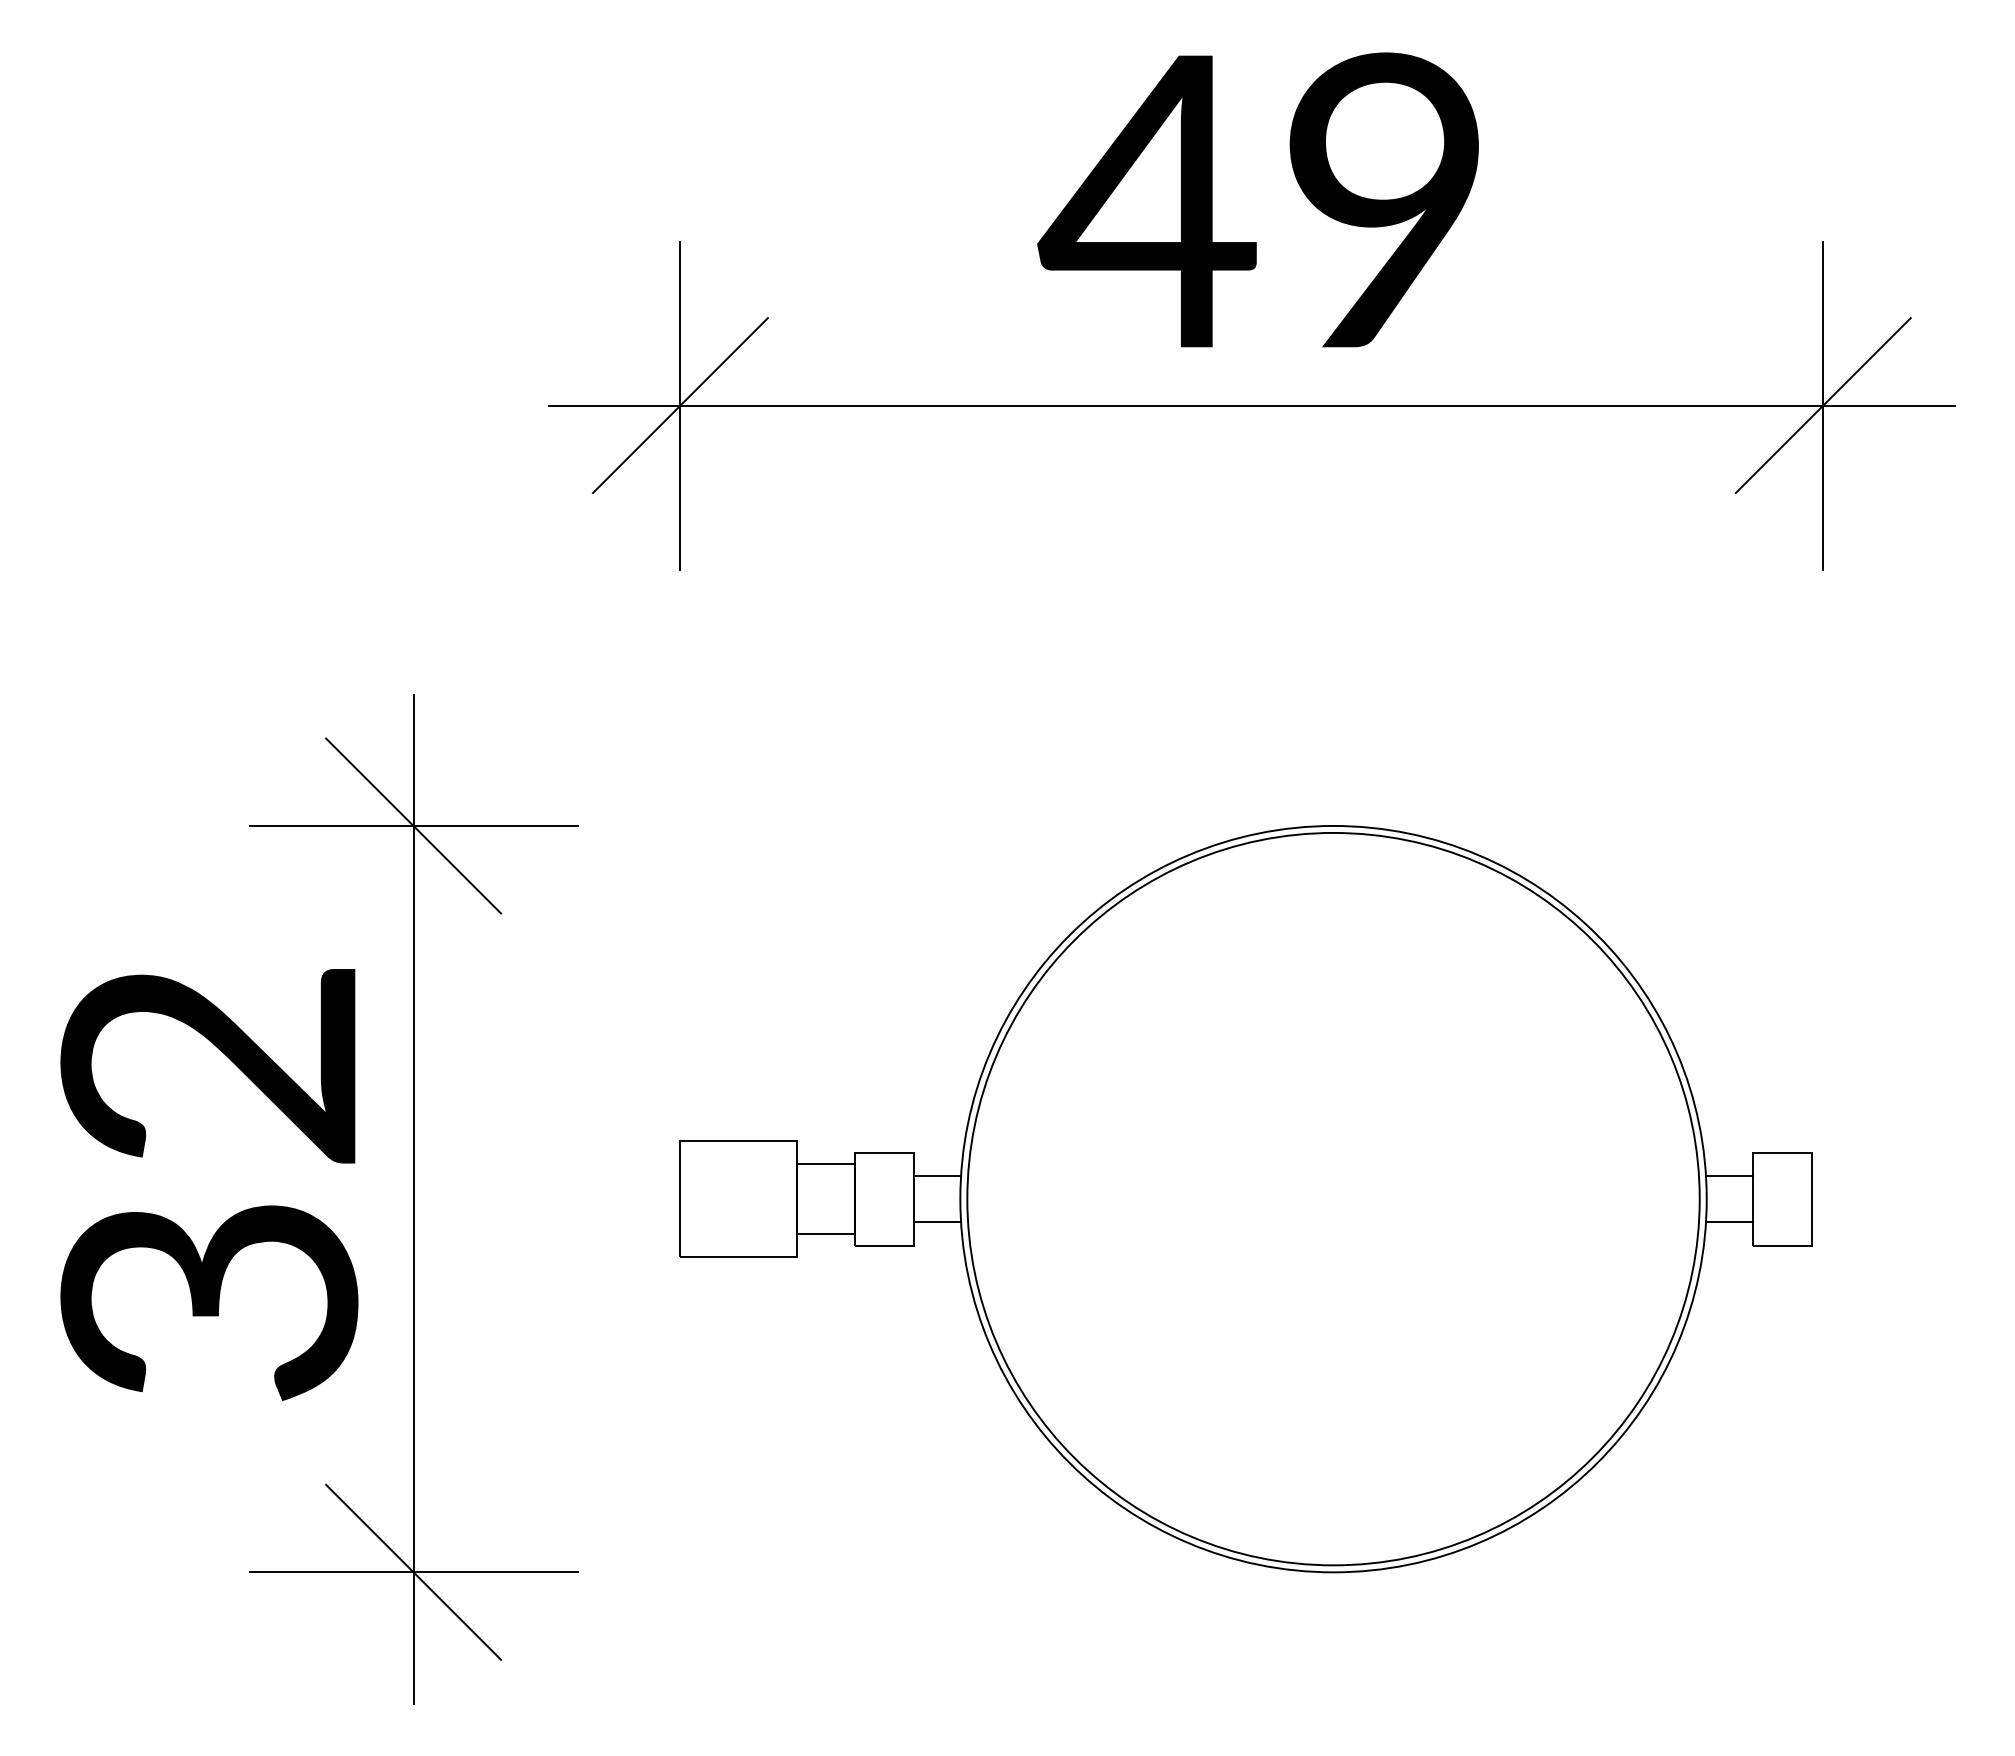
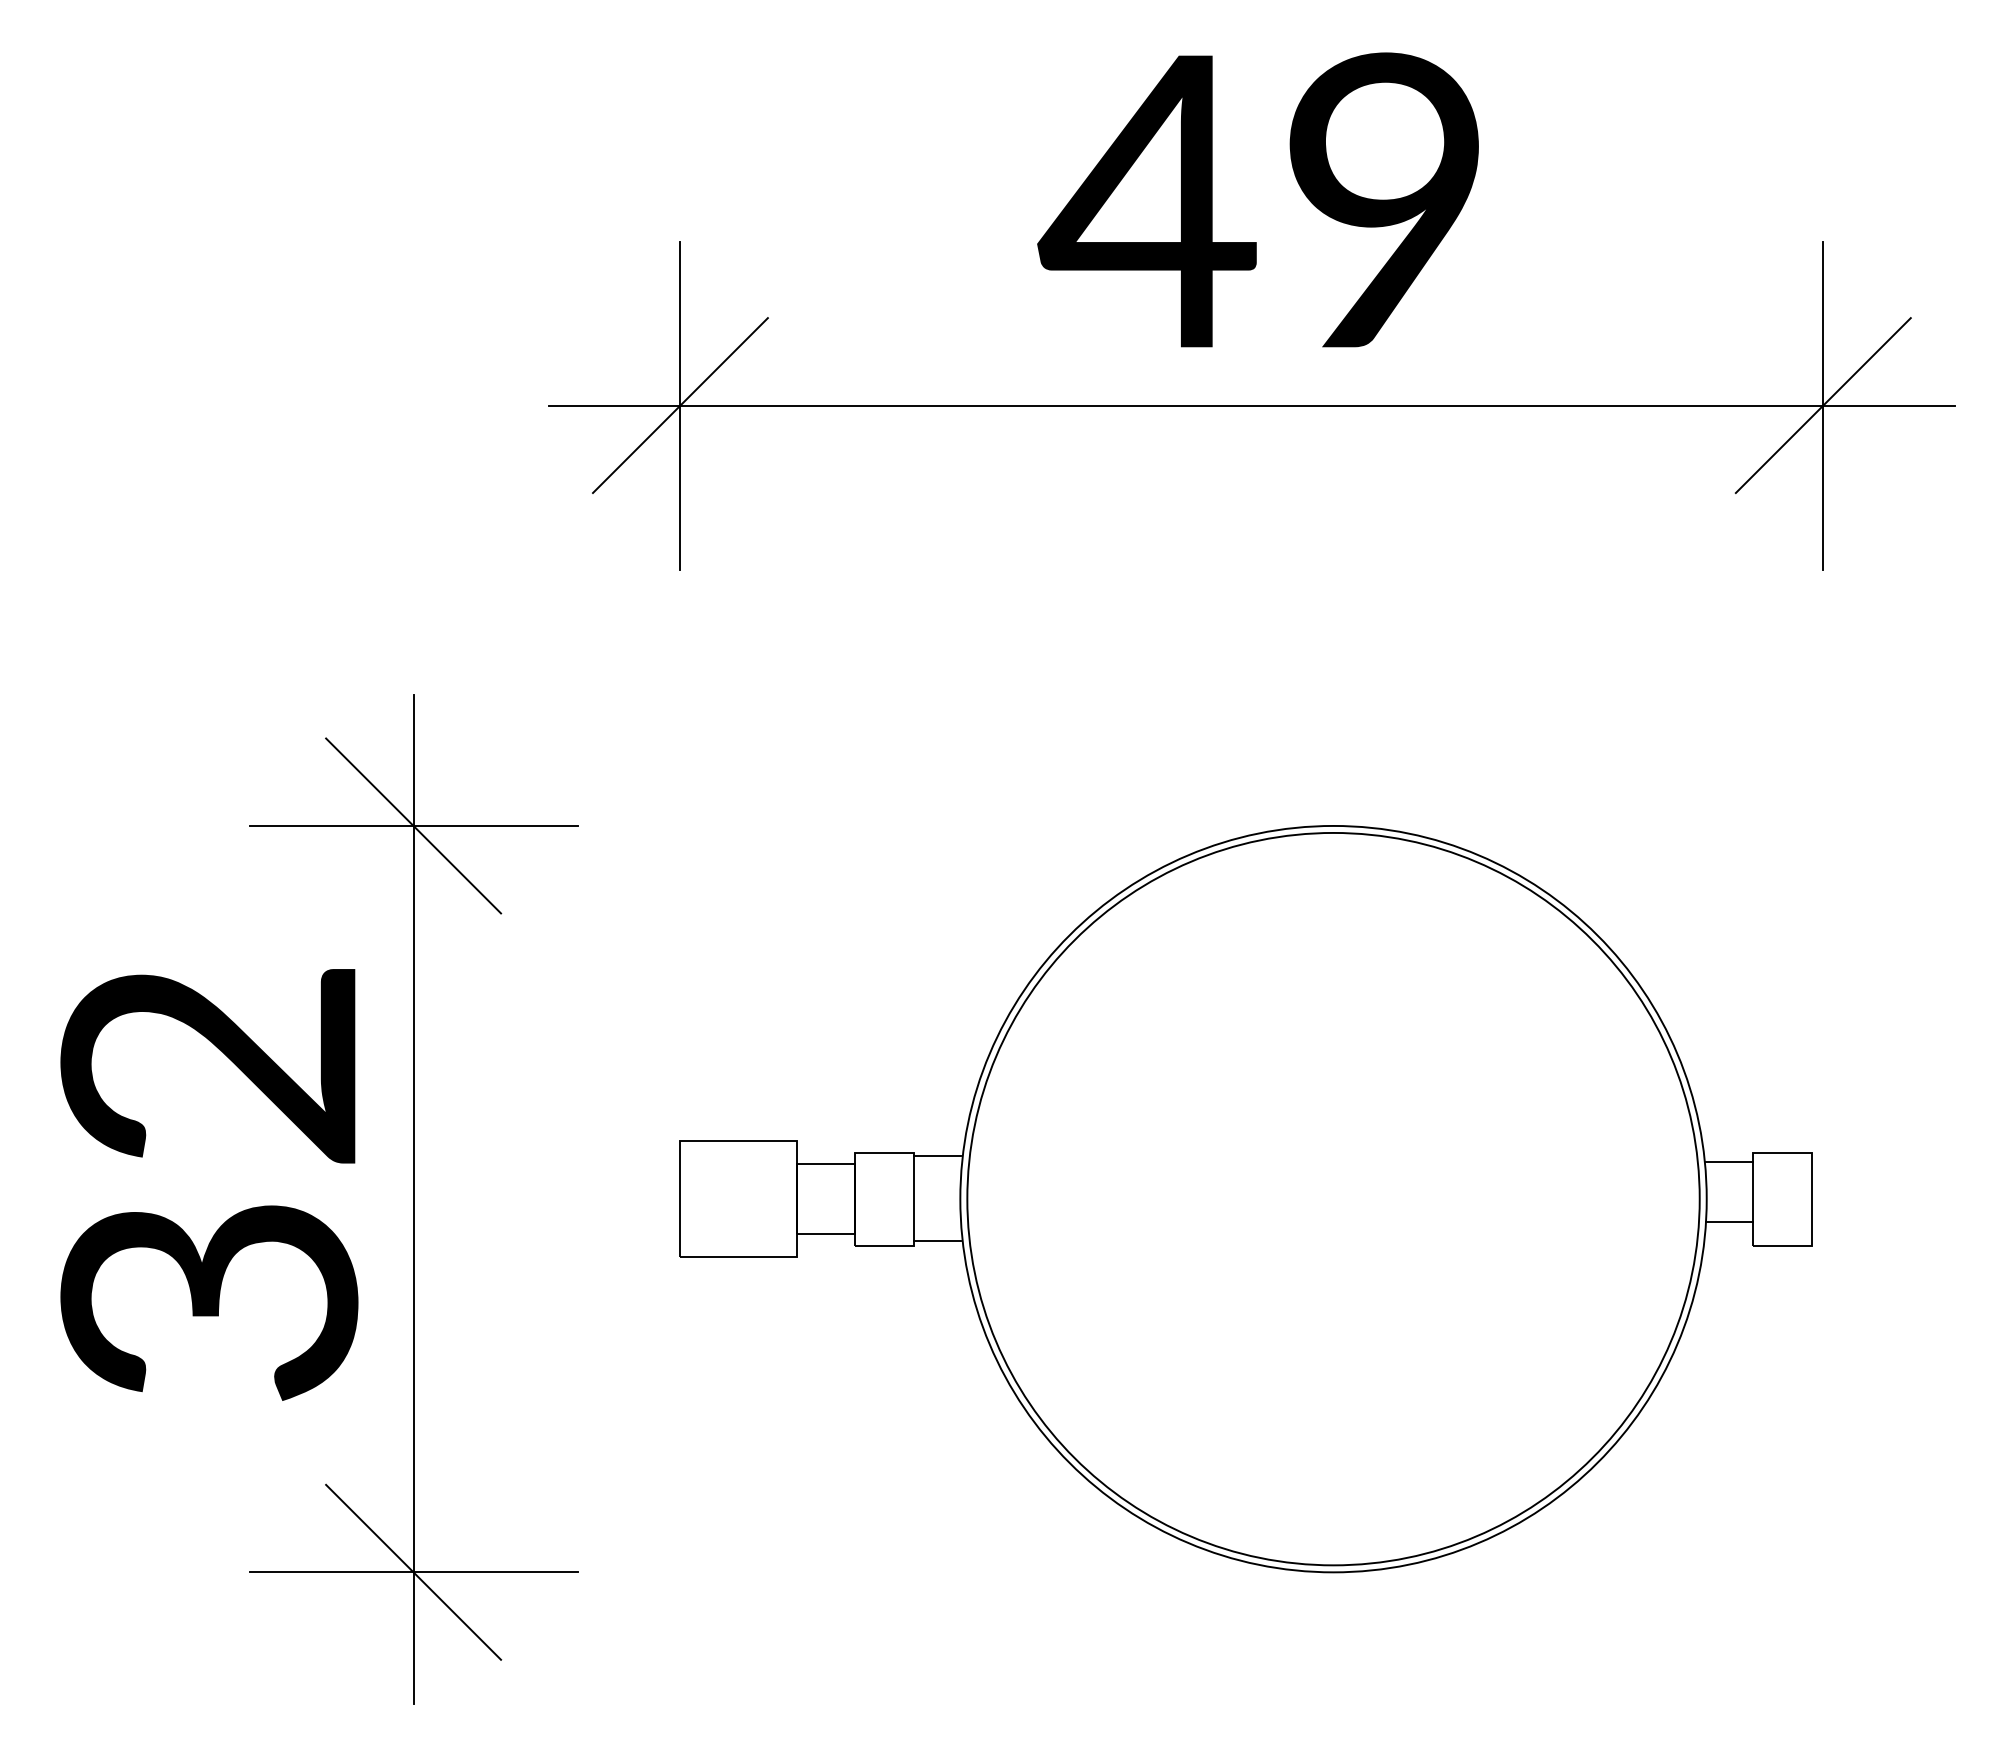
line at (937, 1175) position: (937, 1175) -> (937, 1155)
line at (1729, 1175) position: (1729, 1175) -> (1729, 1161)
line at (937, 1222) position: (937, 1222) -> (937, 1241)
